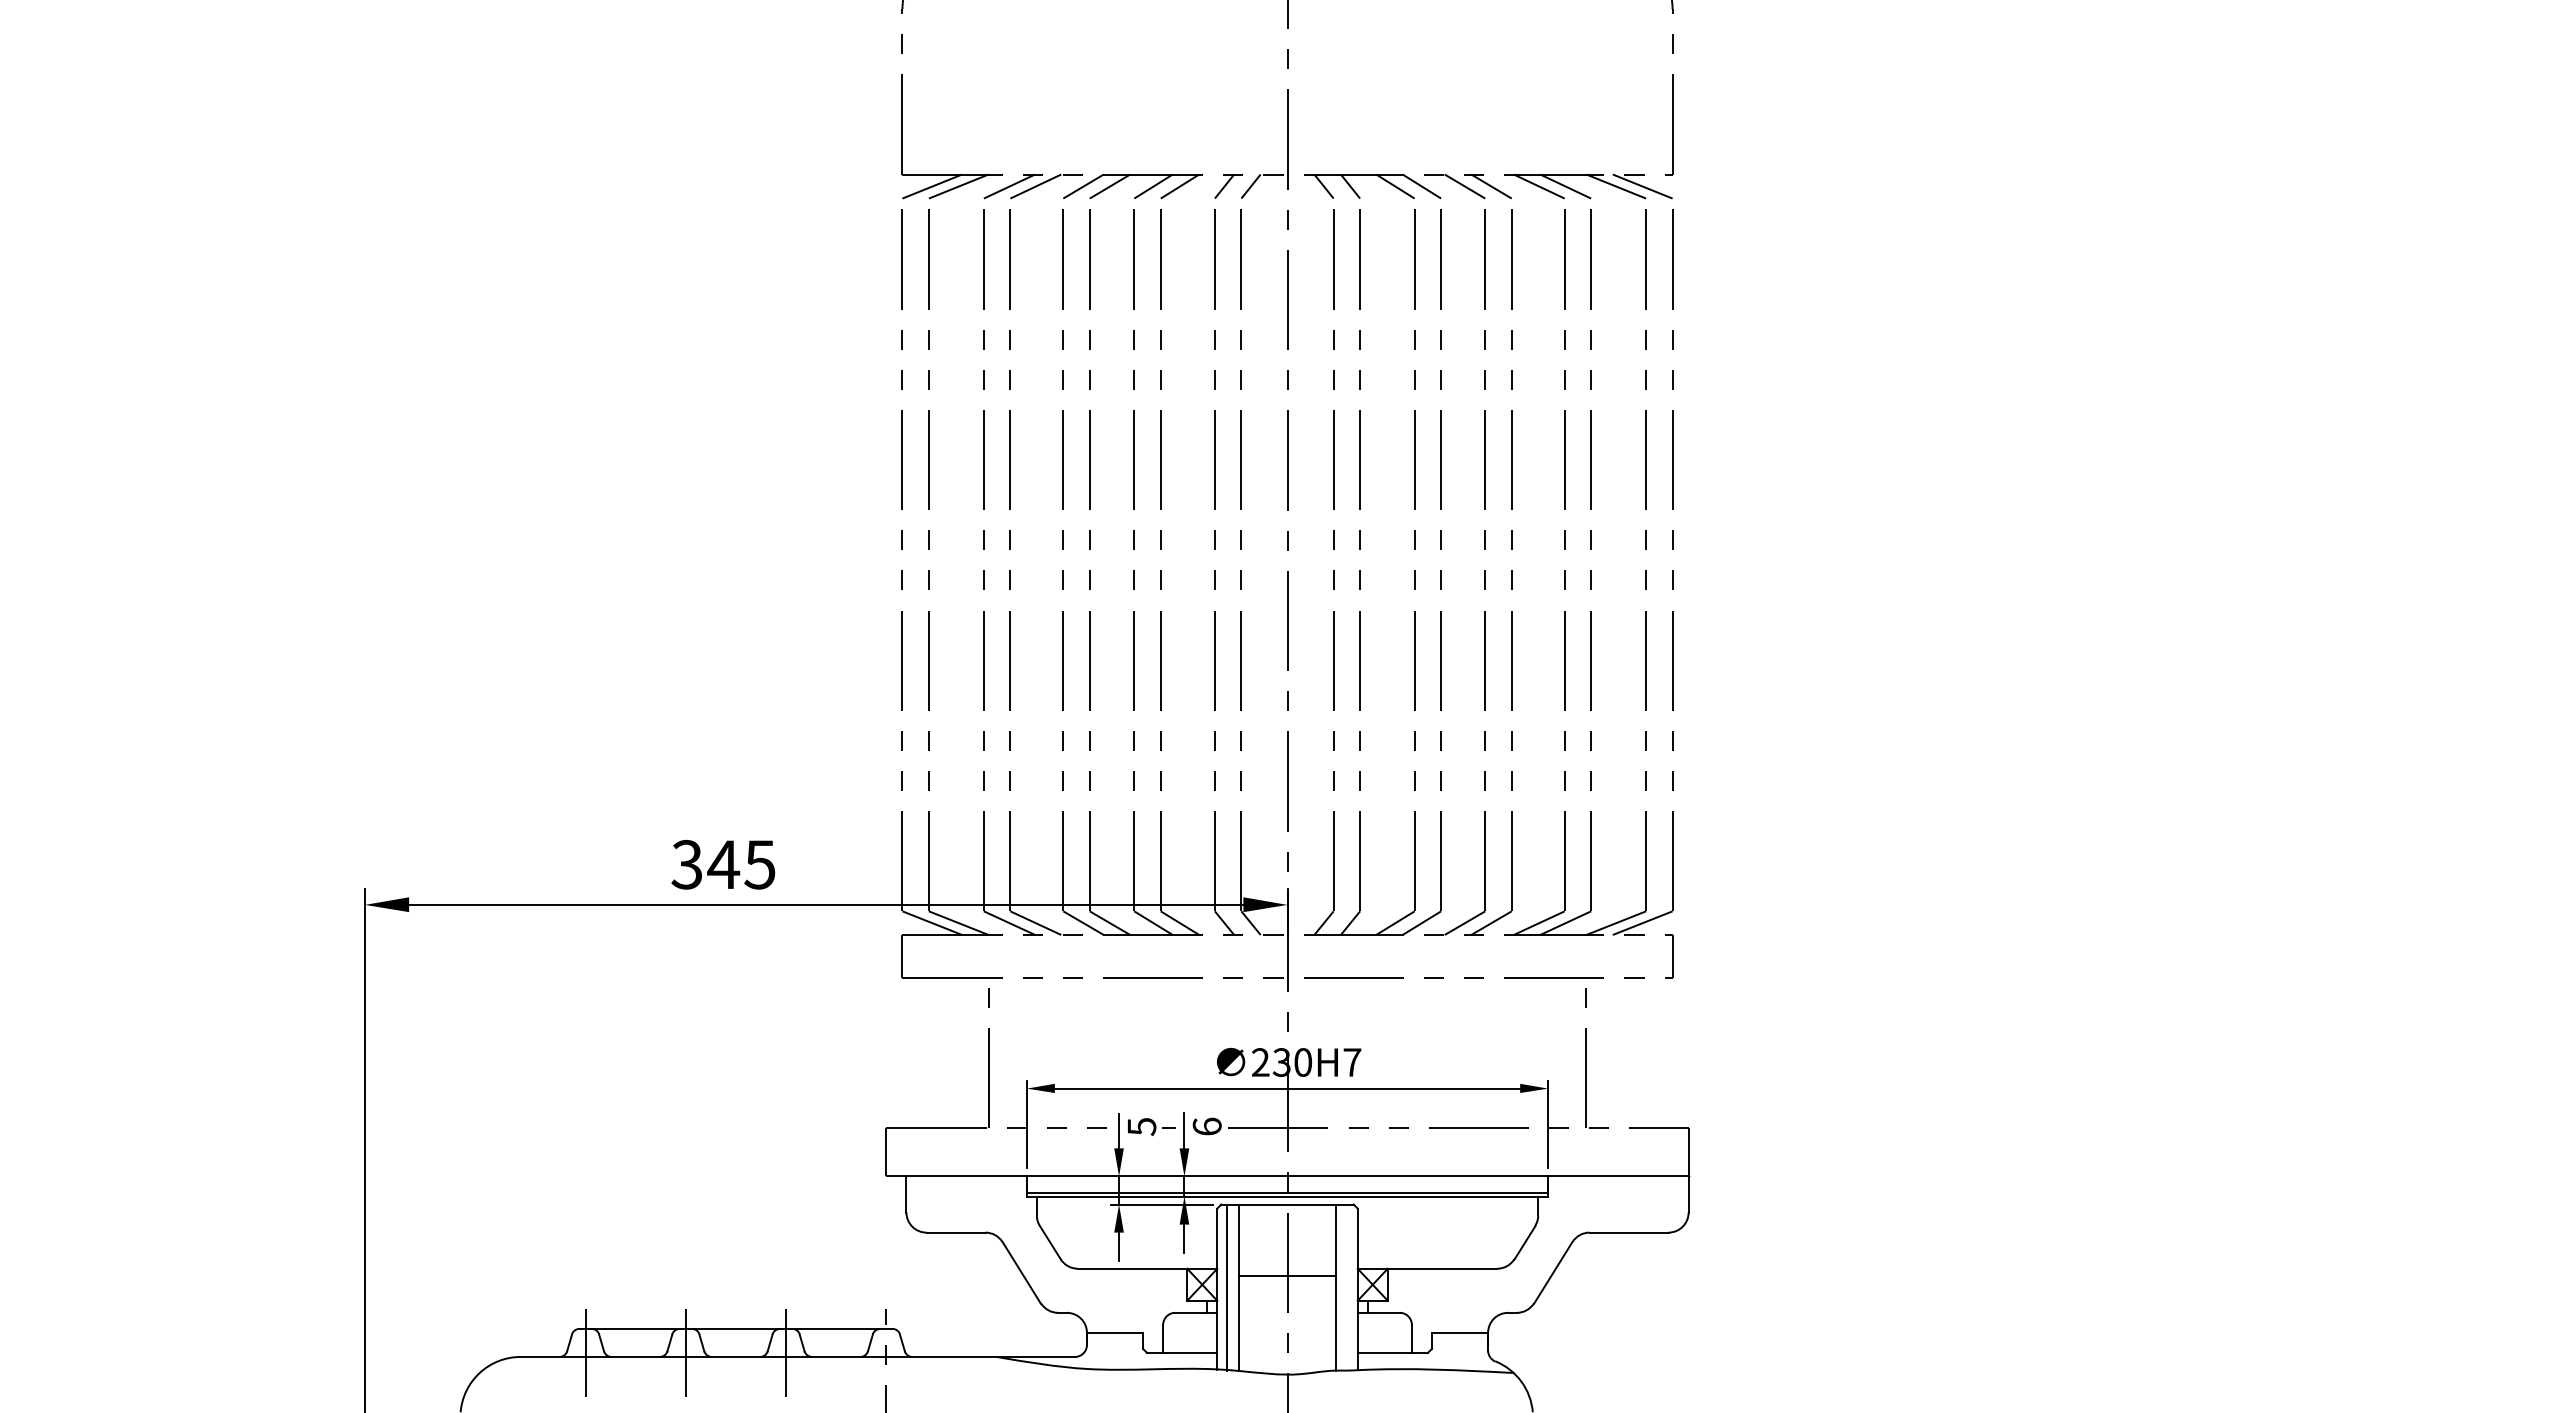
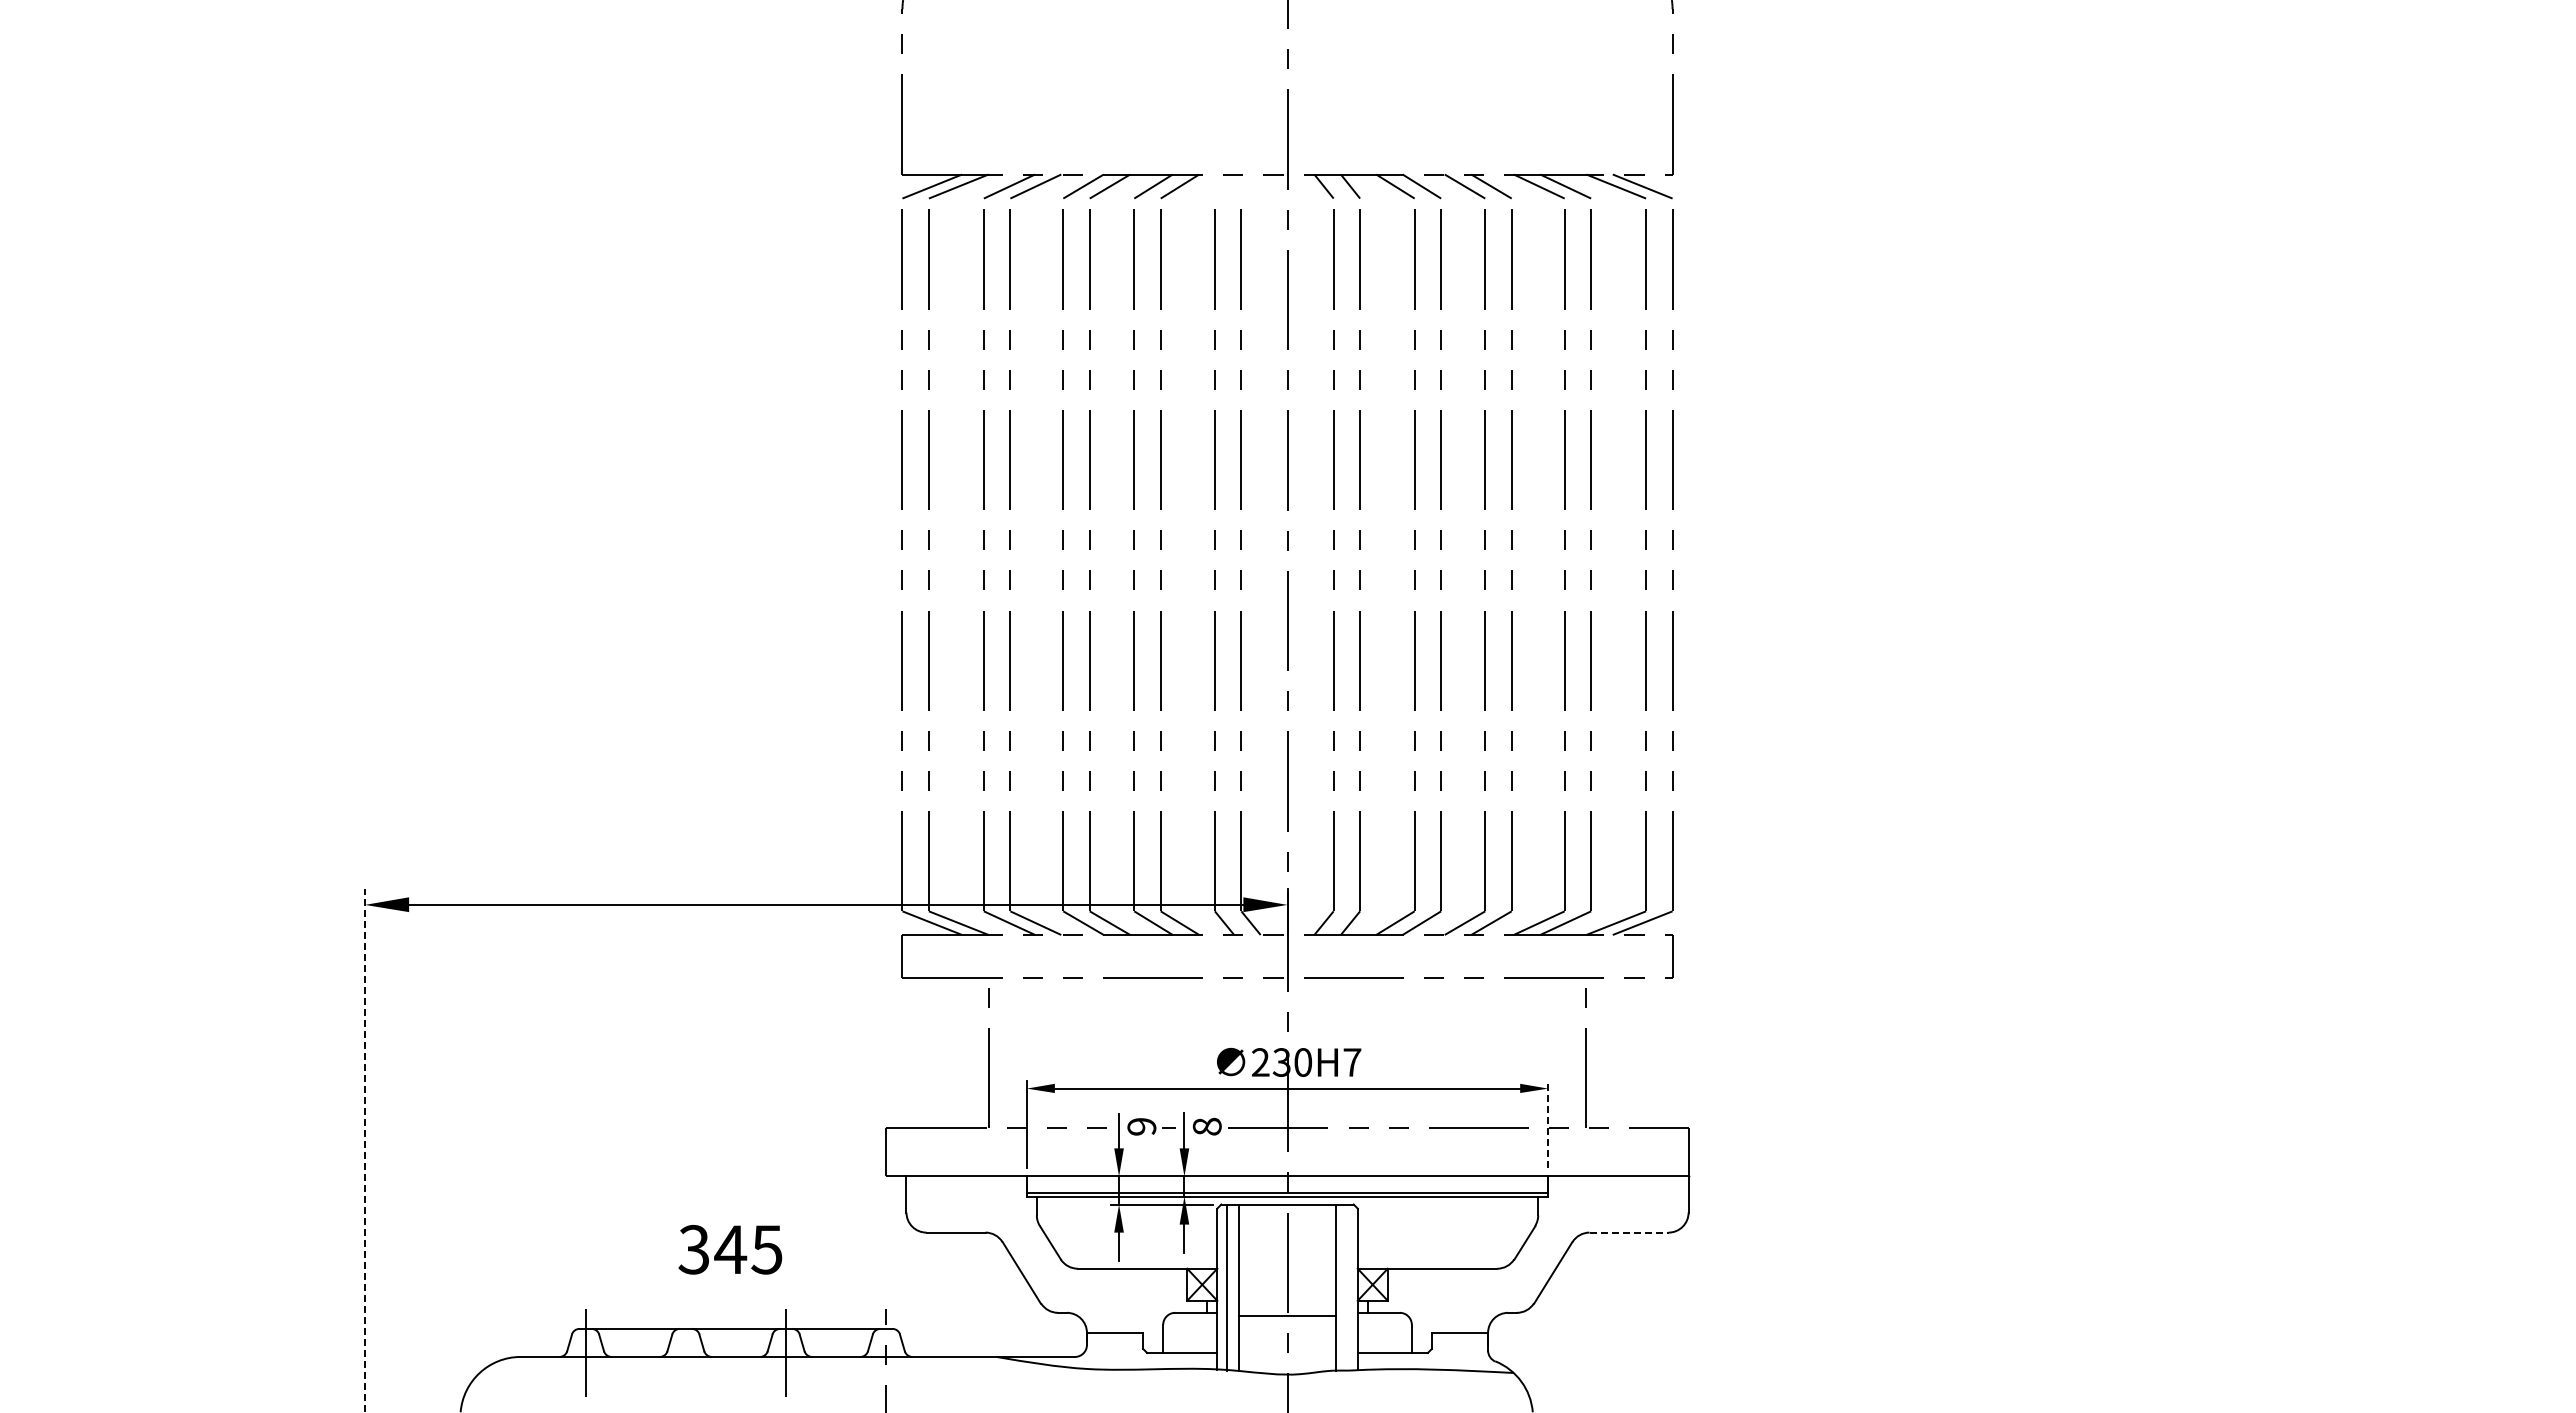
line at (1224, 186): present -> none
line at (1250, 186): present -> none
text at (723, 864) position: (723, 864) -> (730, 1249)
line at (1548, 1124): solid -> dashed
text at (1206, 1126): 6 -> 8
text at (1141, 1127): 5 -> 9
line at (364, 1150): solid -> dashed
line at (1629, 1232): solid -> dashed
line at (1287, 1276) position: (1287, 1276) -> (1287, 1316)
line at (685, 1352): present -> none
